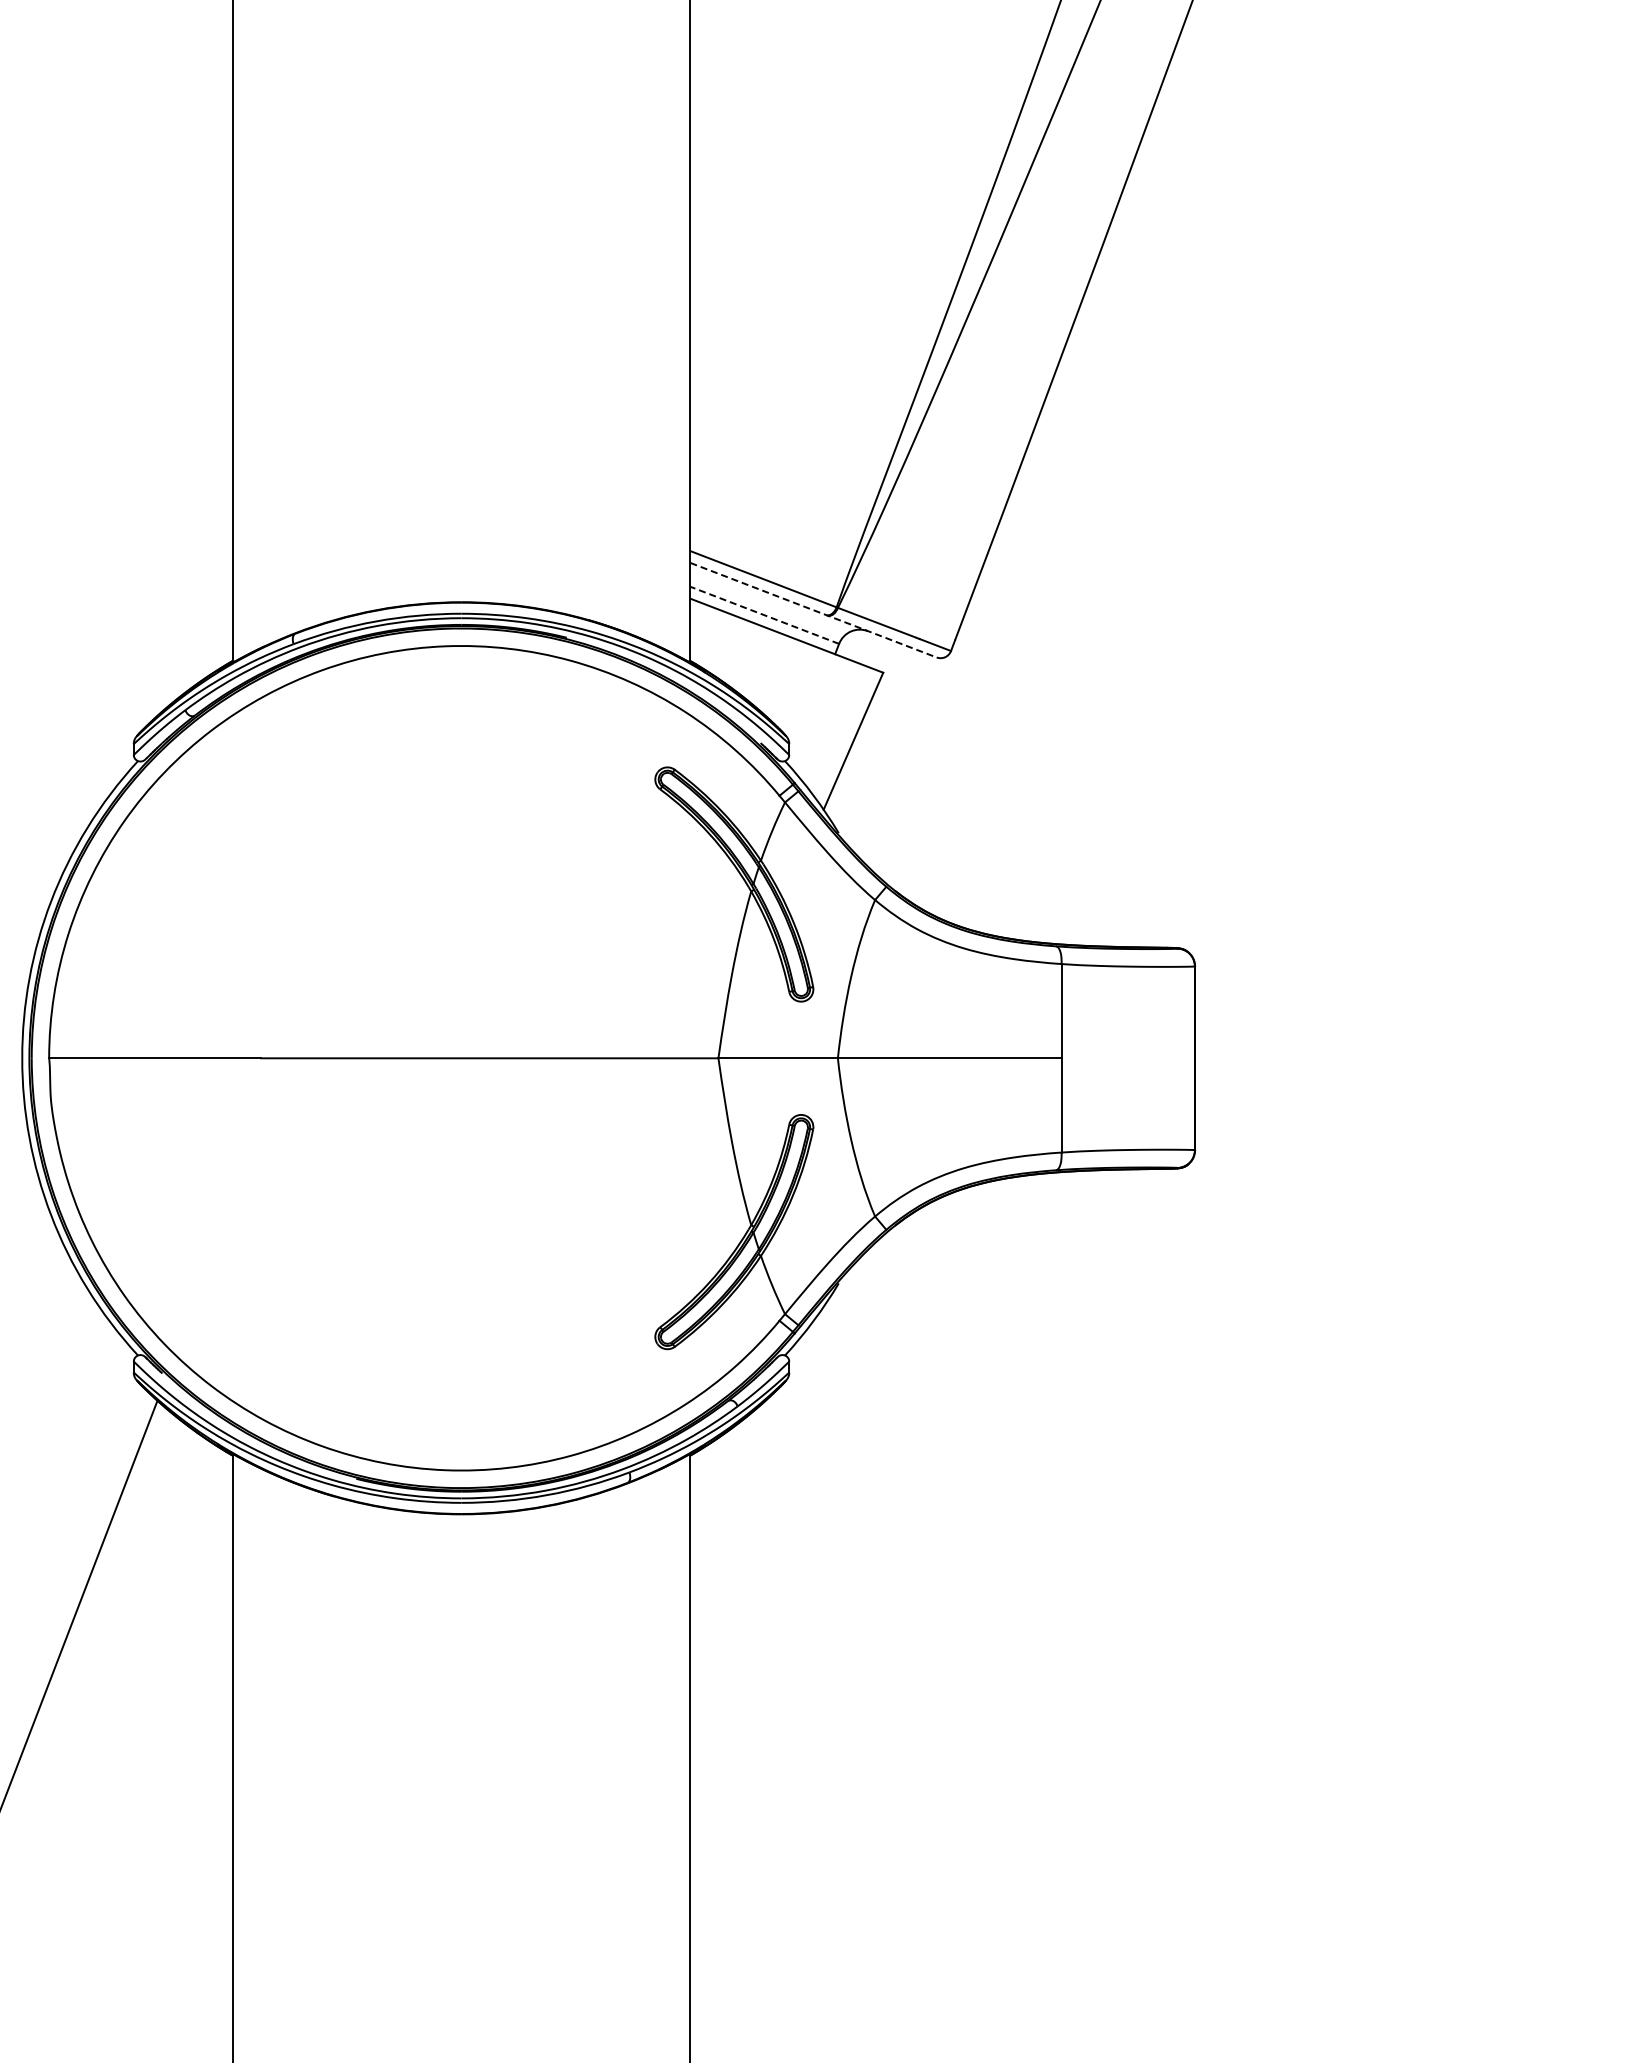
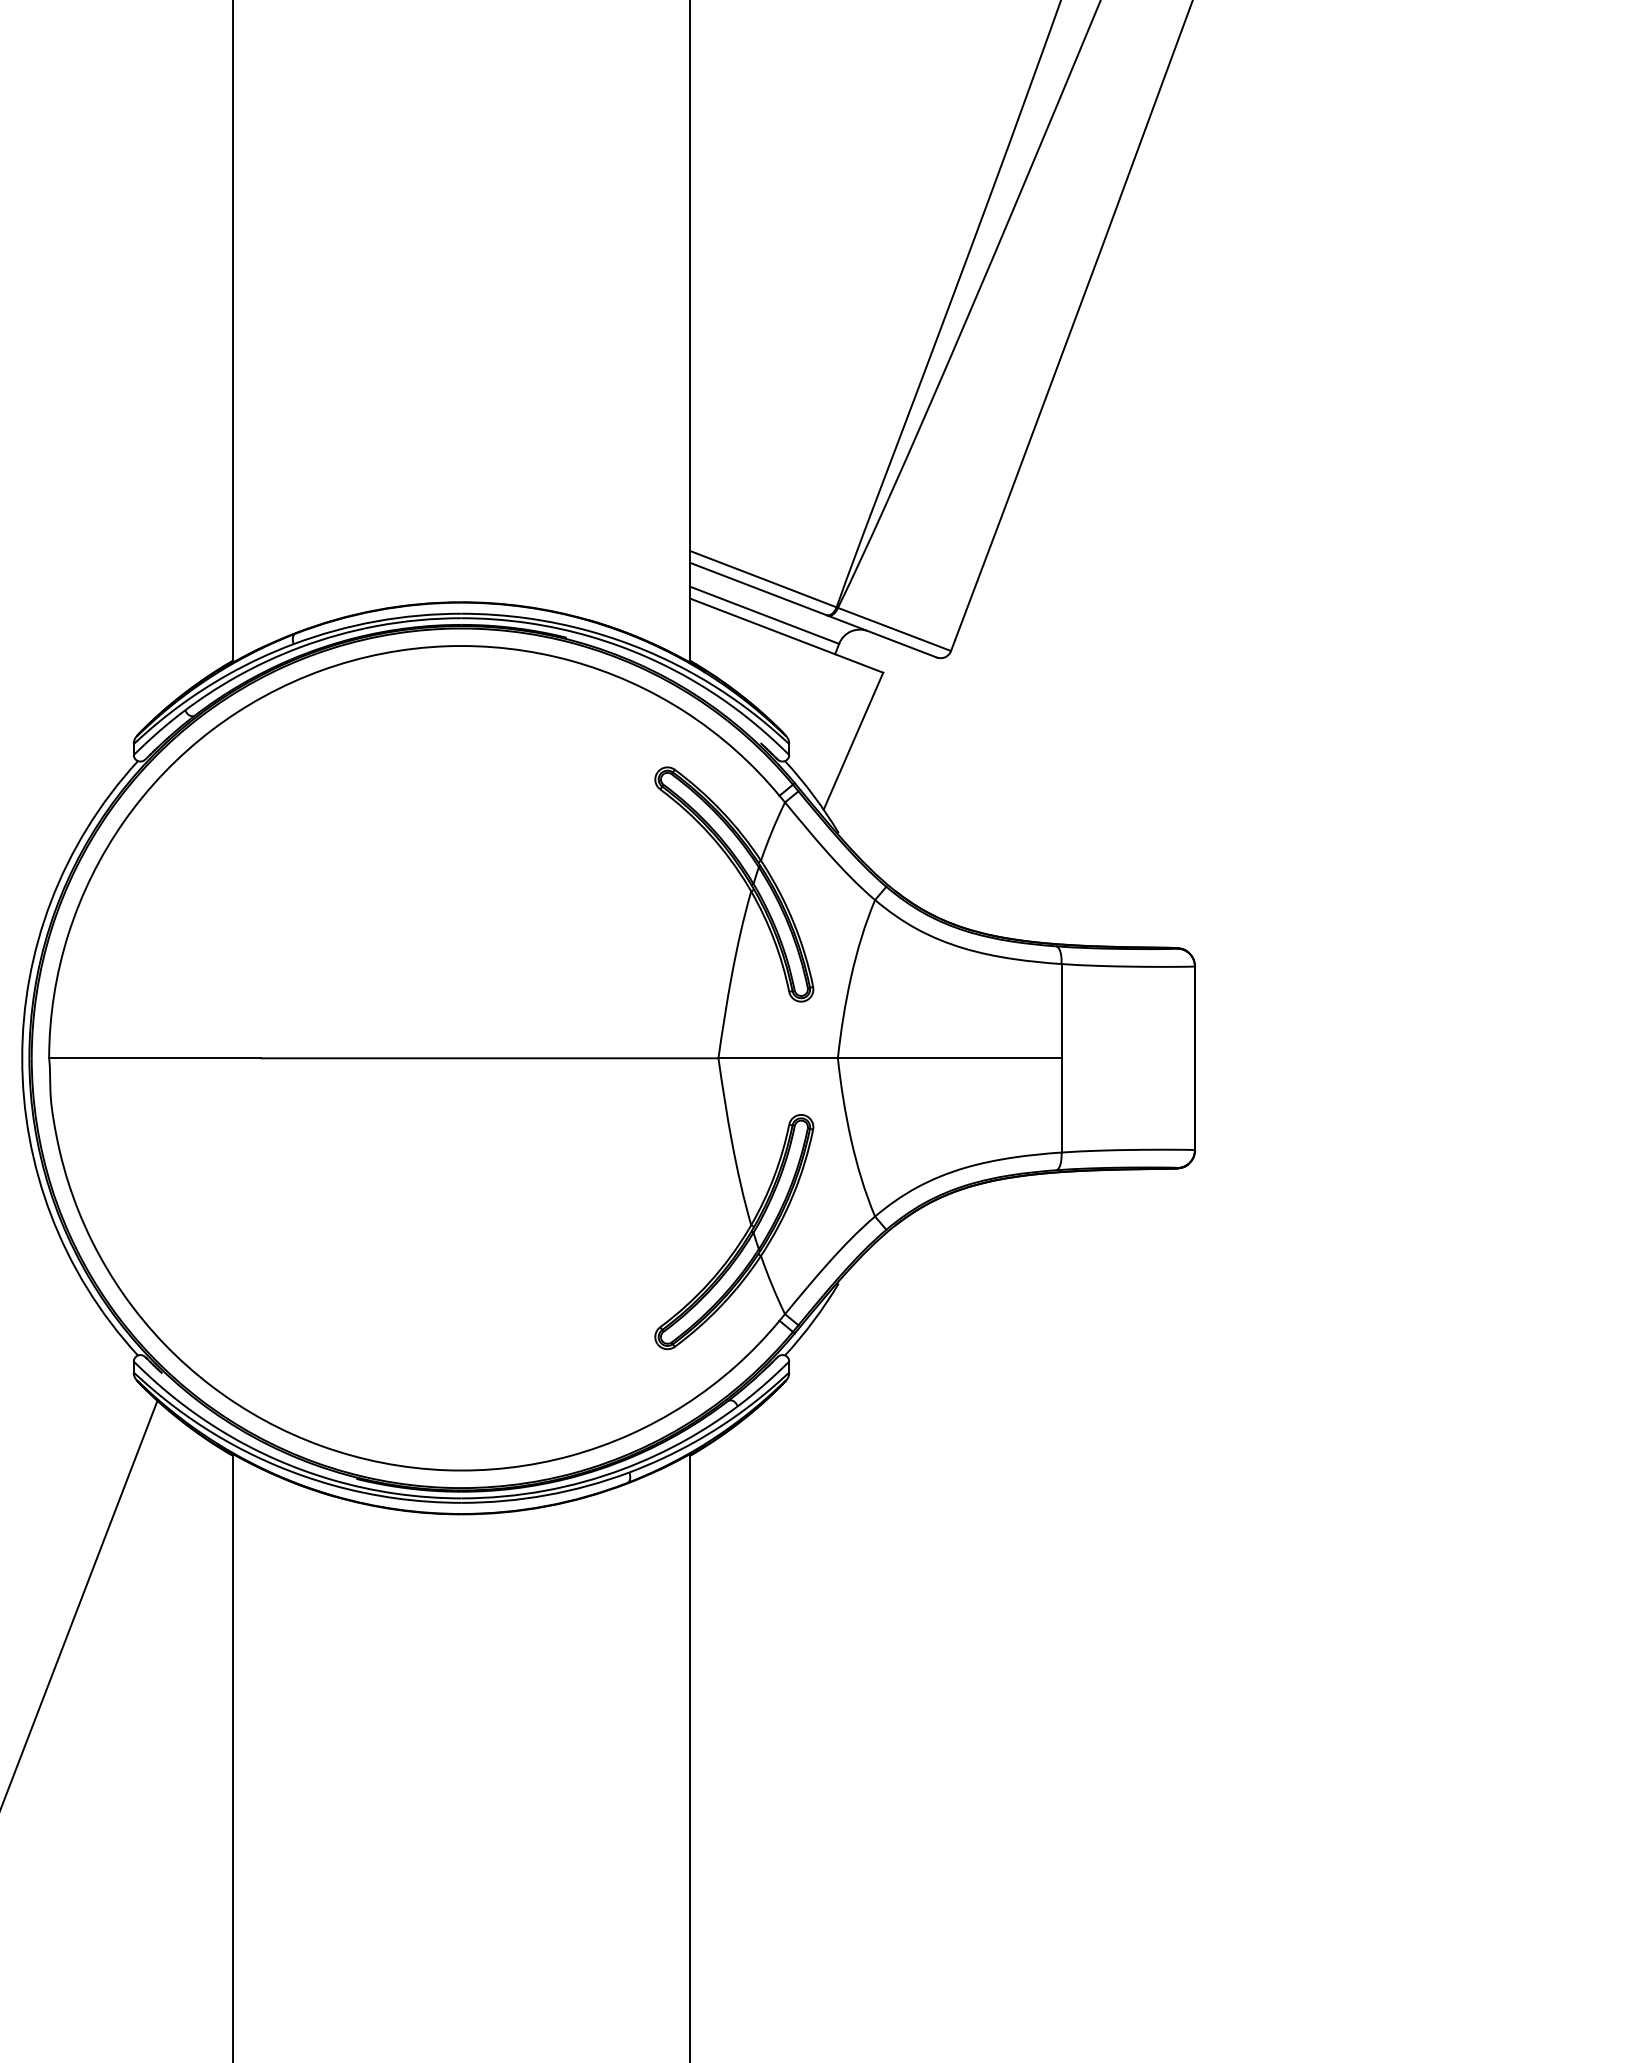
line at (813, 610): dashed -> solid
line at (764, 615): dashed -> solid
